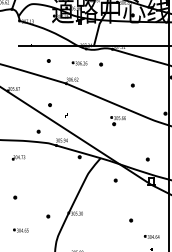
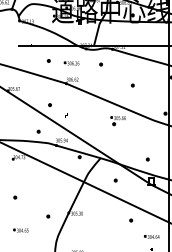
part at (79, 63) position: (79, 63) -> (71, 63)
line at (85, 182): none -> present
